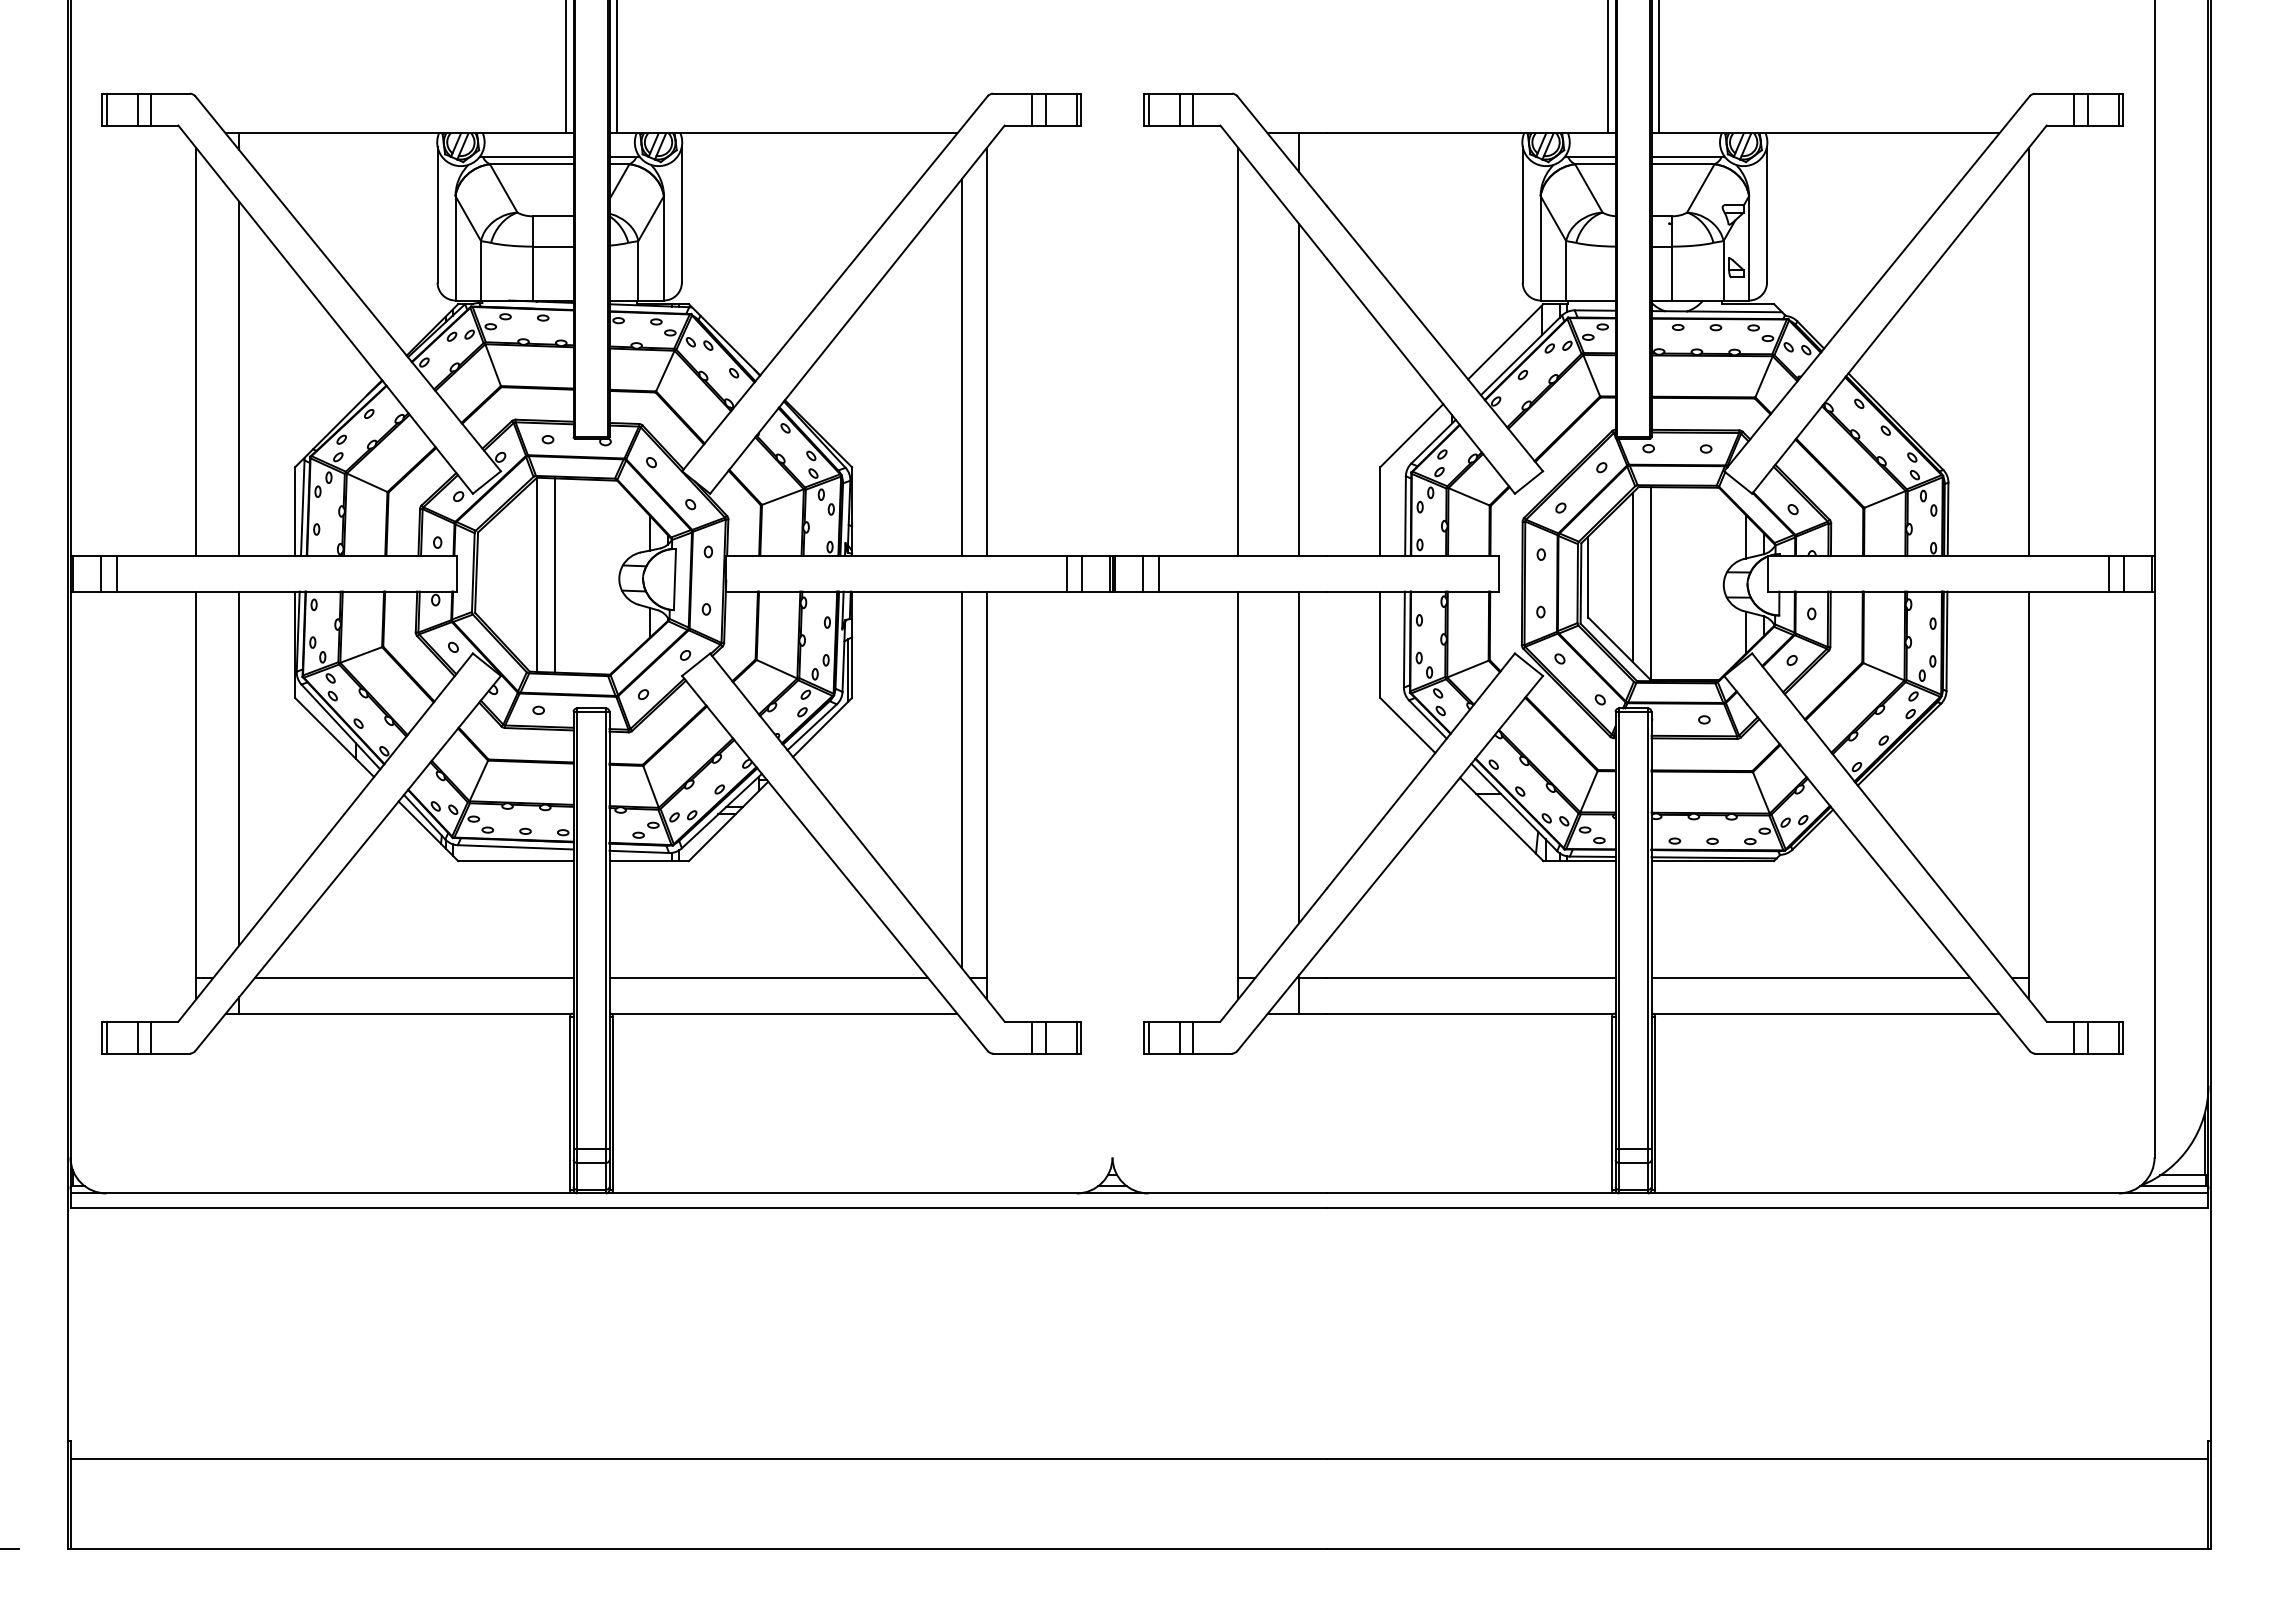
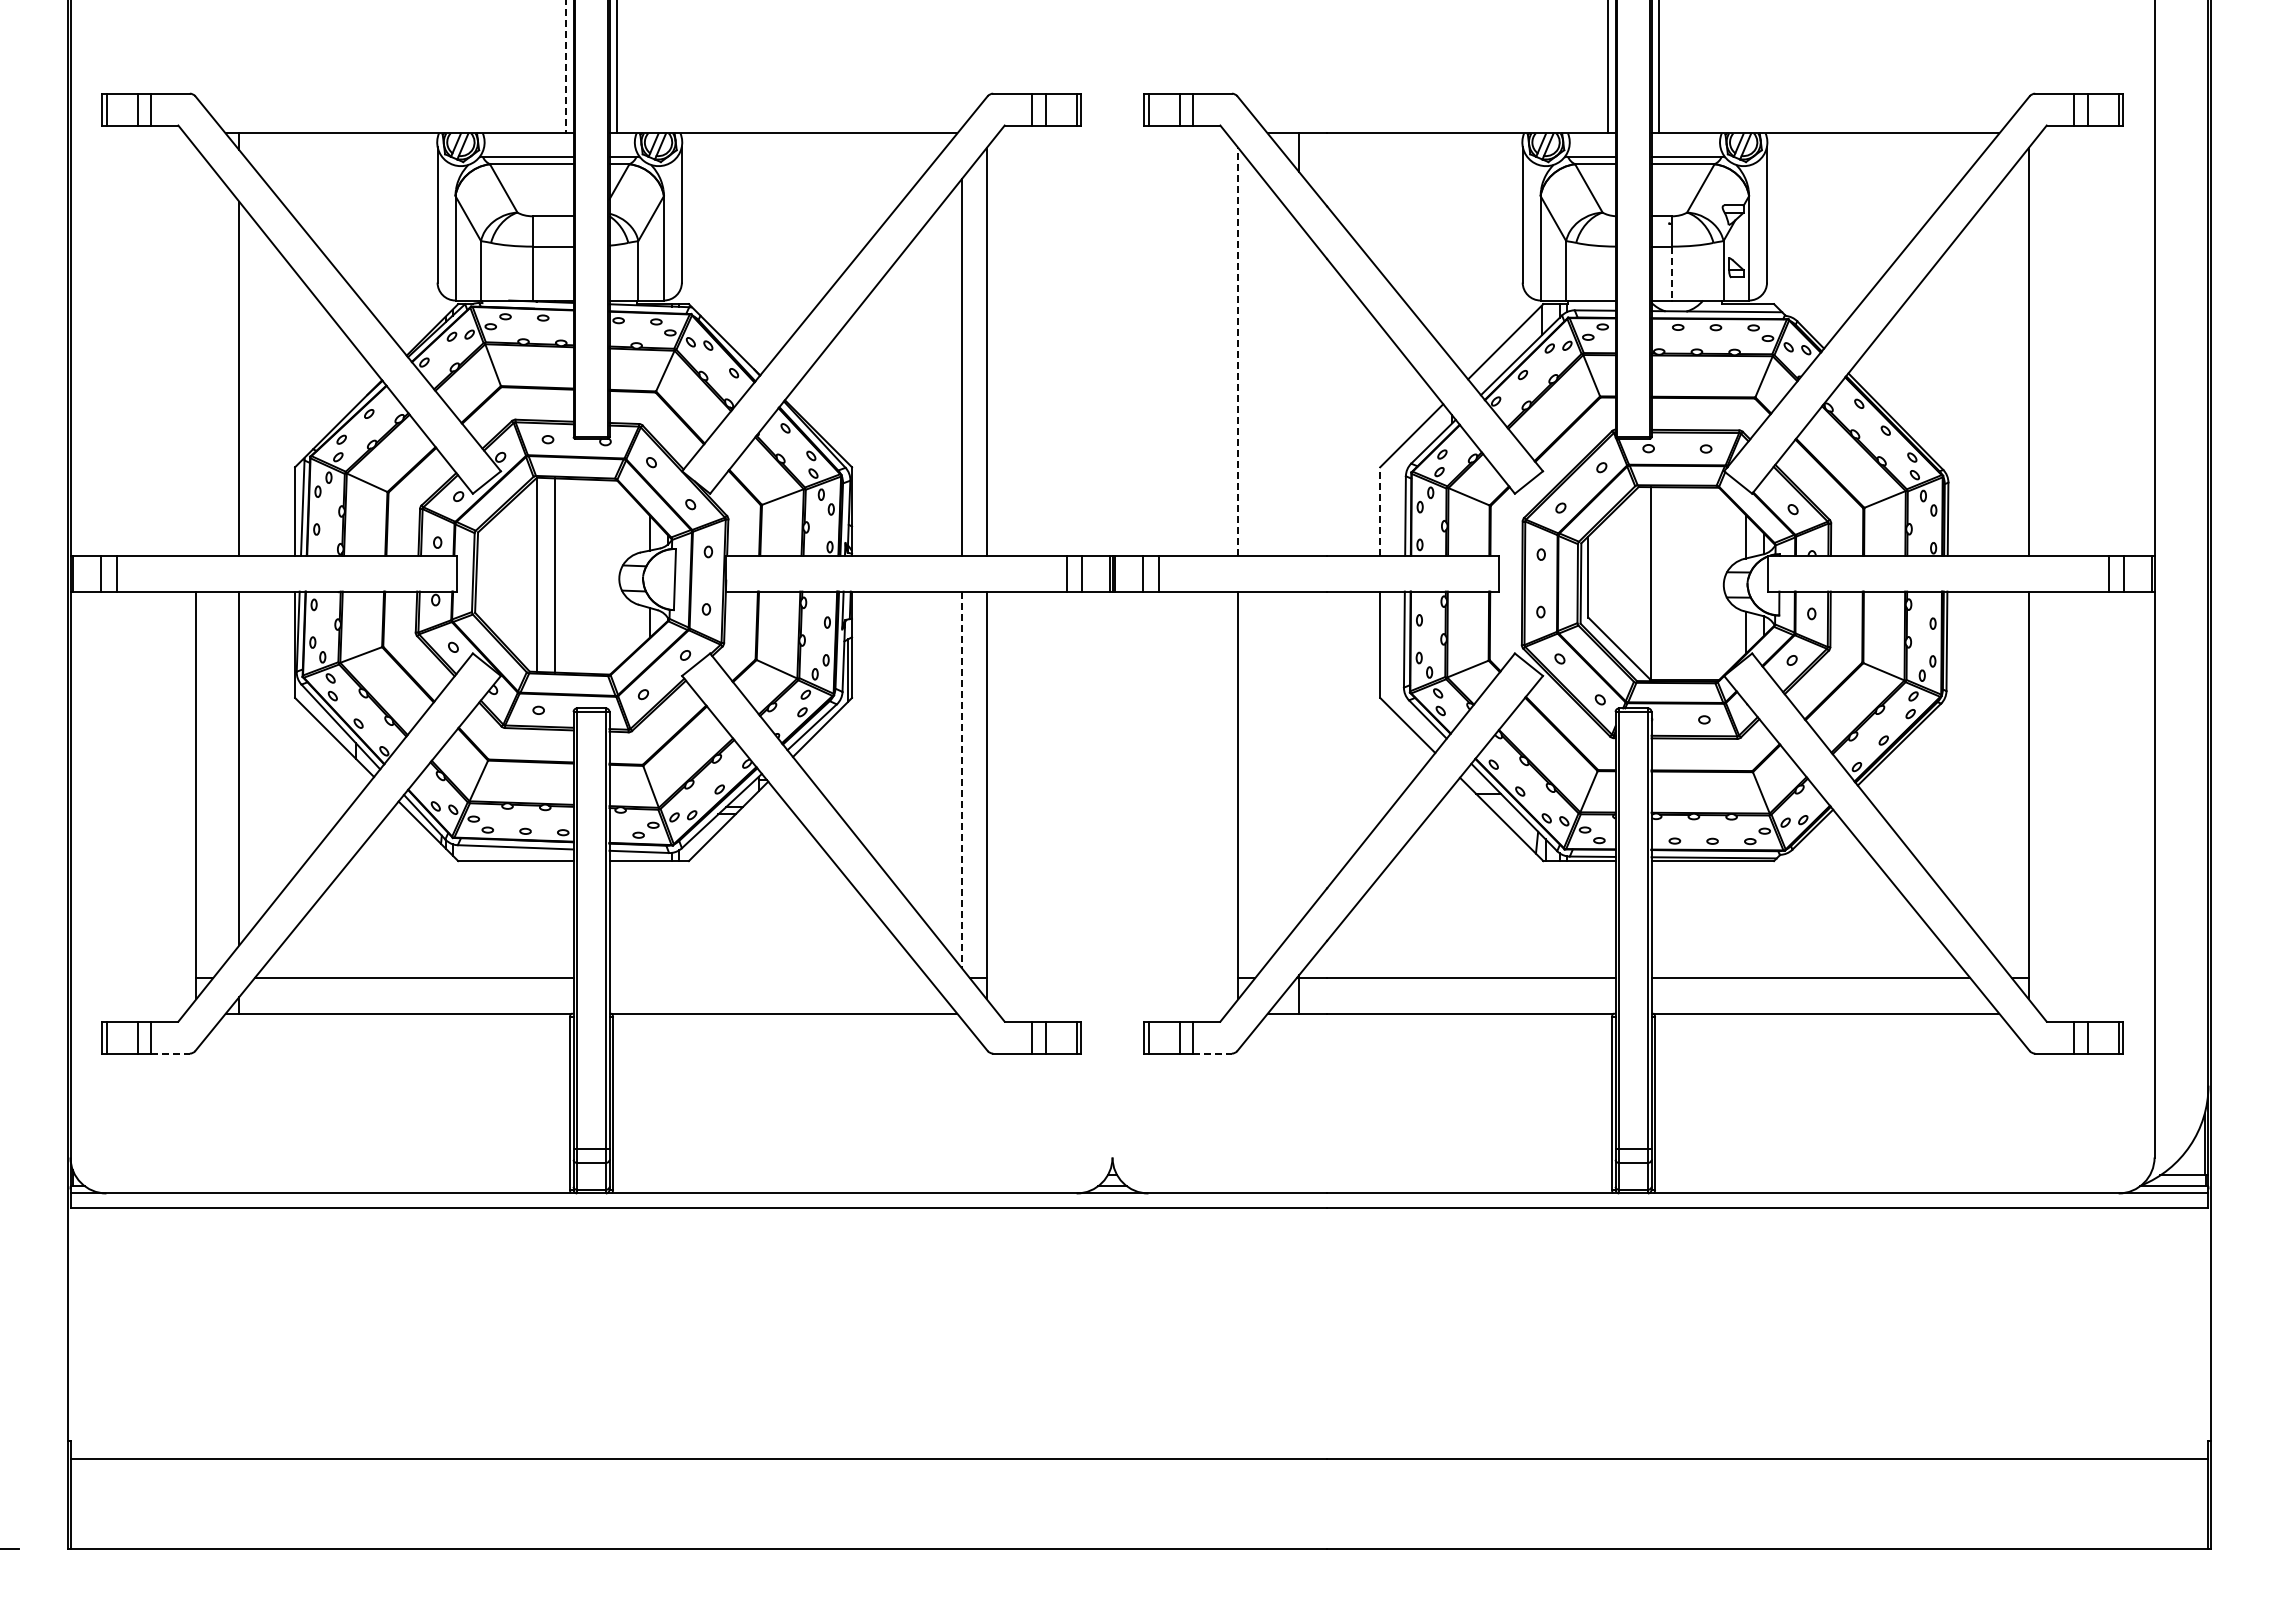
line at (566, 67): solid -> dashed
line at (1671, 273): solid -> dashed
line at (196, 351): present -> none
line at (1238, 351): solid -> dashed
line at (1299, 389): present -> none
line at (1380, 510): solid -> dashed
line at (1632, 576): present -> none
line at (1299, 756): present -> none
line at (961, 780): solid -> dashed
line at (768, 977): present -> none
line at (170, 1053): solid -> dashed
line at (1212, 1053): solid -> dashed
